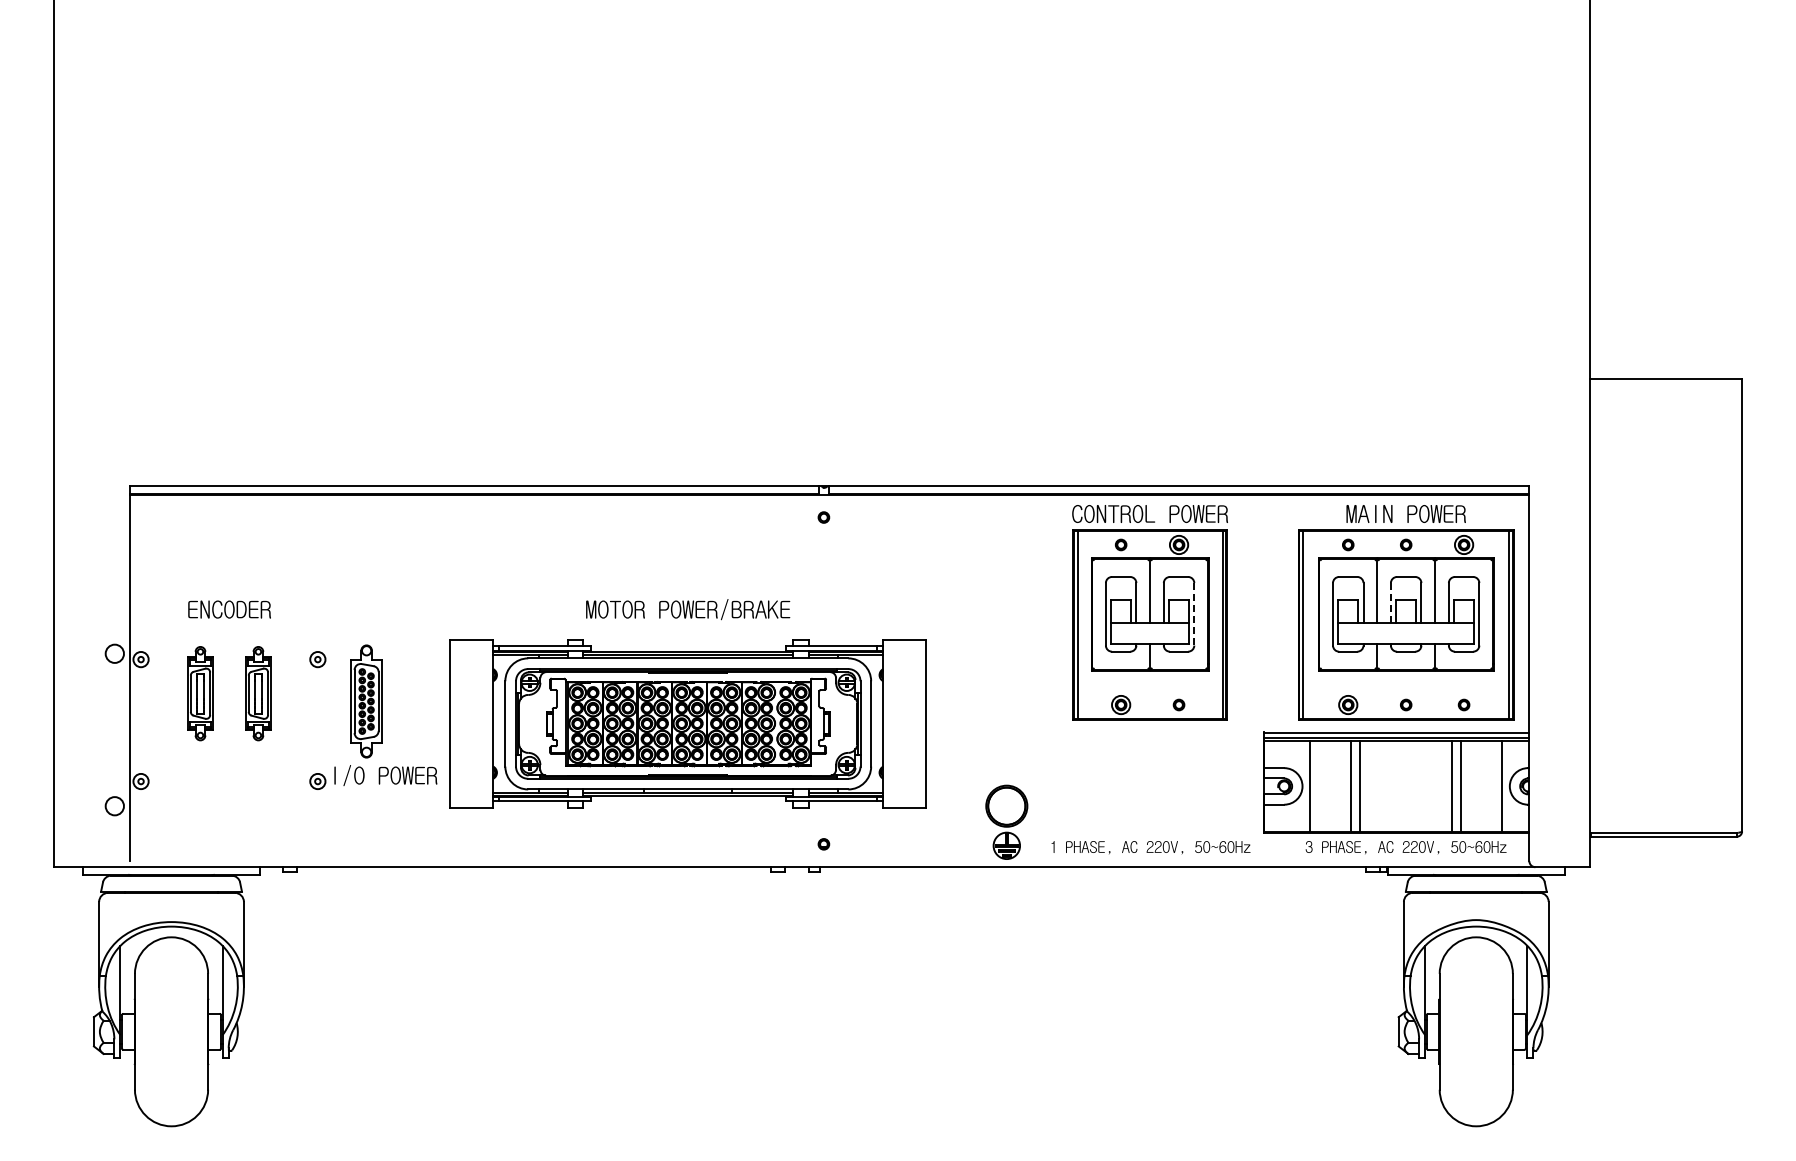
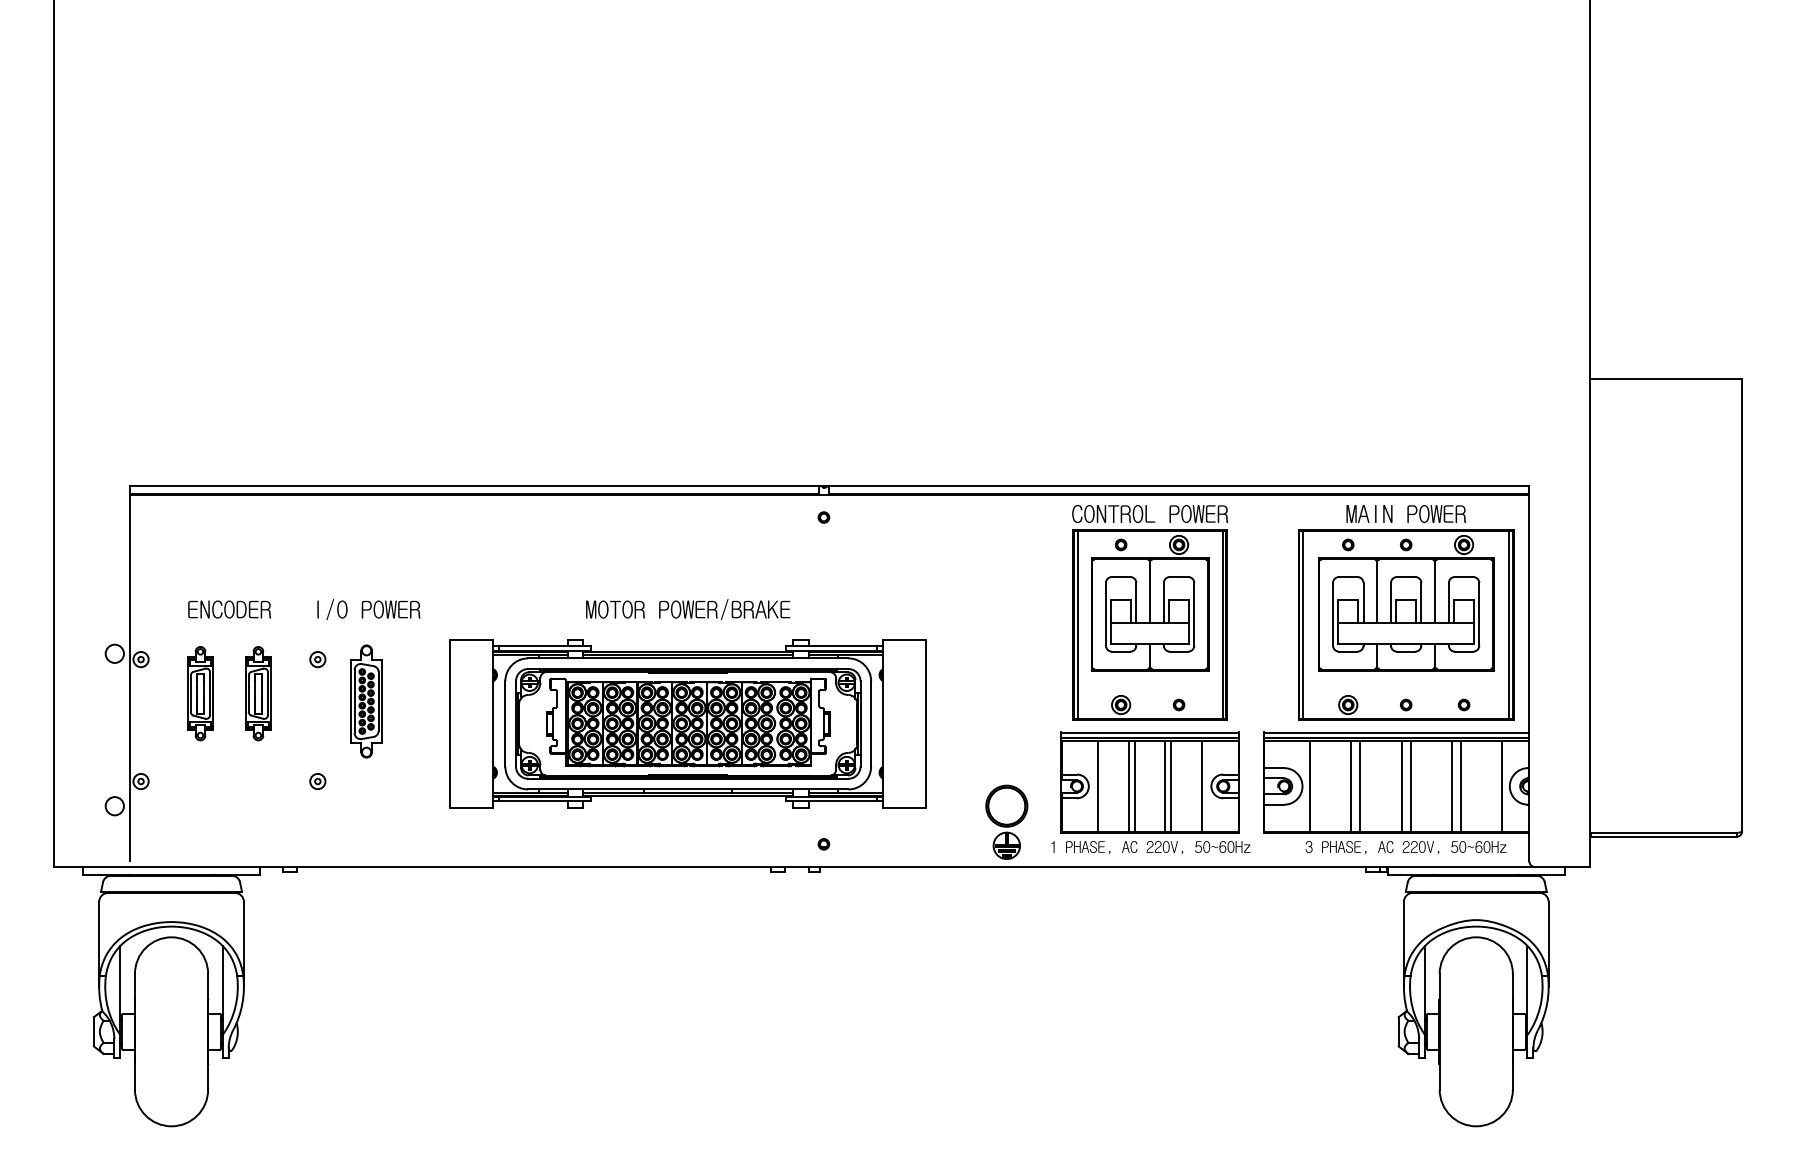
line at (1390, 603): dashed -> solid
line at (1194, 614): dashed -> solid
text at (385, 775) position: (385, 775) -> (368, 609)
part at (1149, 782): none -> present
line at (1401, 786): none -> present
line at (1410, 786): none -> present
